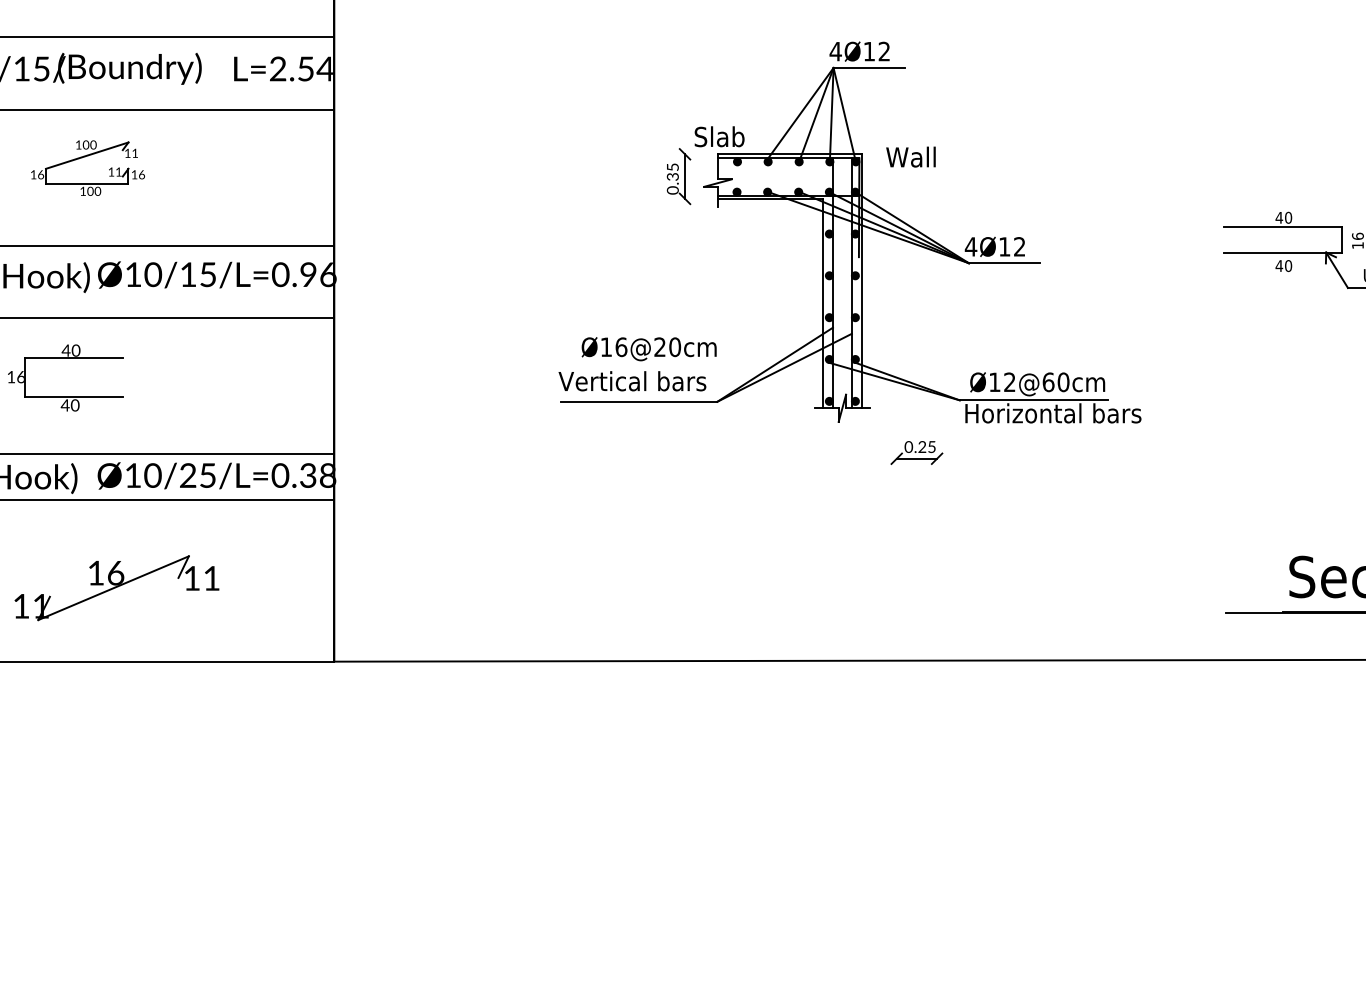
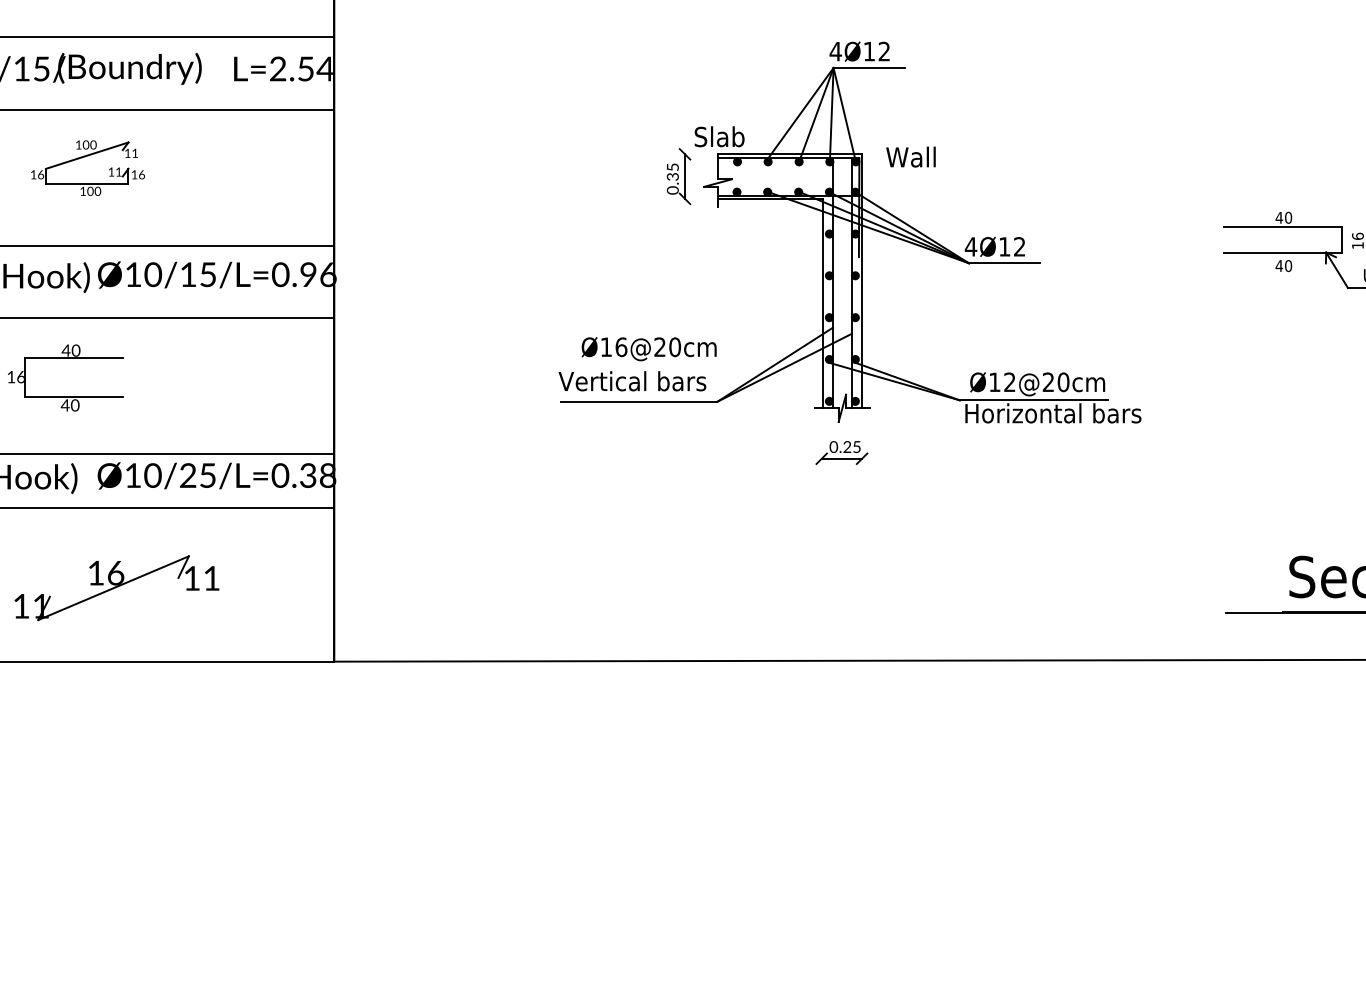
text at (1048, 382): Ø12@60cm -> Ø12@20cm
part at (916, 452) position: (916, 452) -> (841, 452)
line at (168, 500) position: (168, 500) -> (168, 508)
